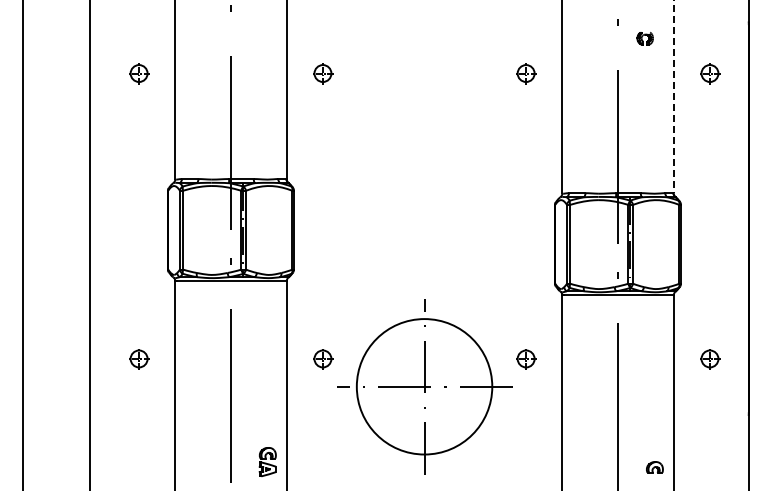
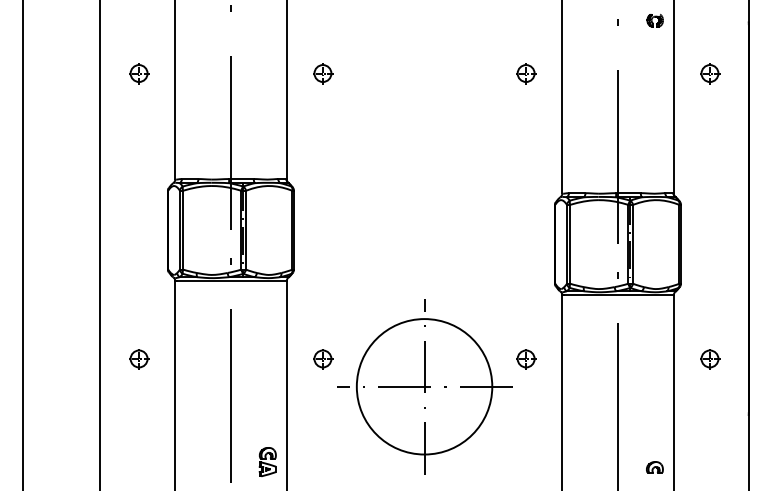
part at (644, 38) position: (644, 38) -> (654, 20)
line at (673, 97): dashed -> solid
line at (90, 244) position: (90, 244) -> (100, 244)
